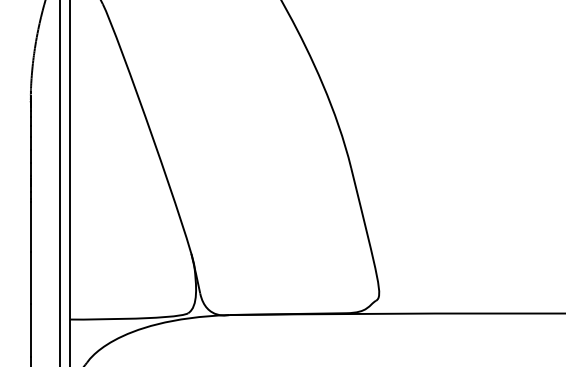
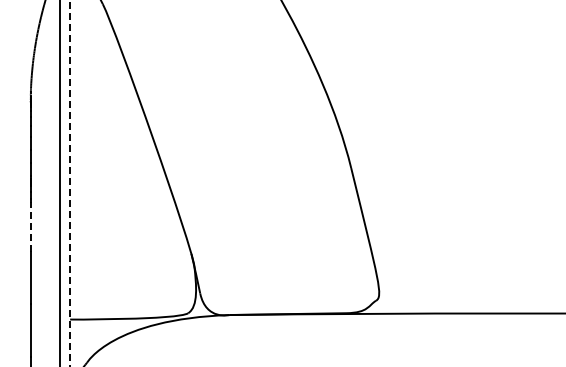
line at (70, 183): solid -> dashed
line at (30, 226): solid -> dashed
